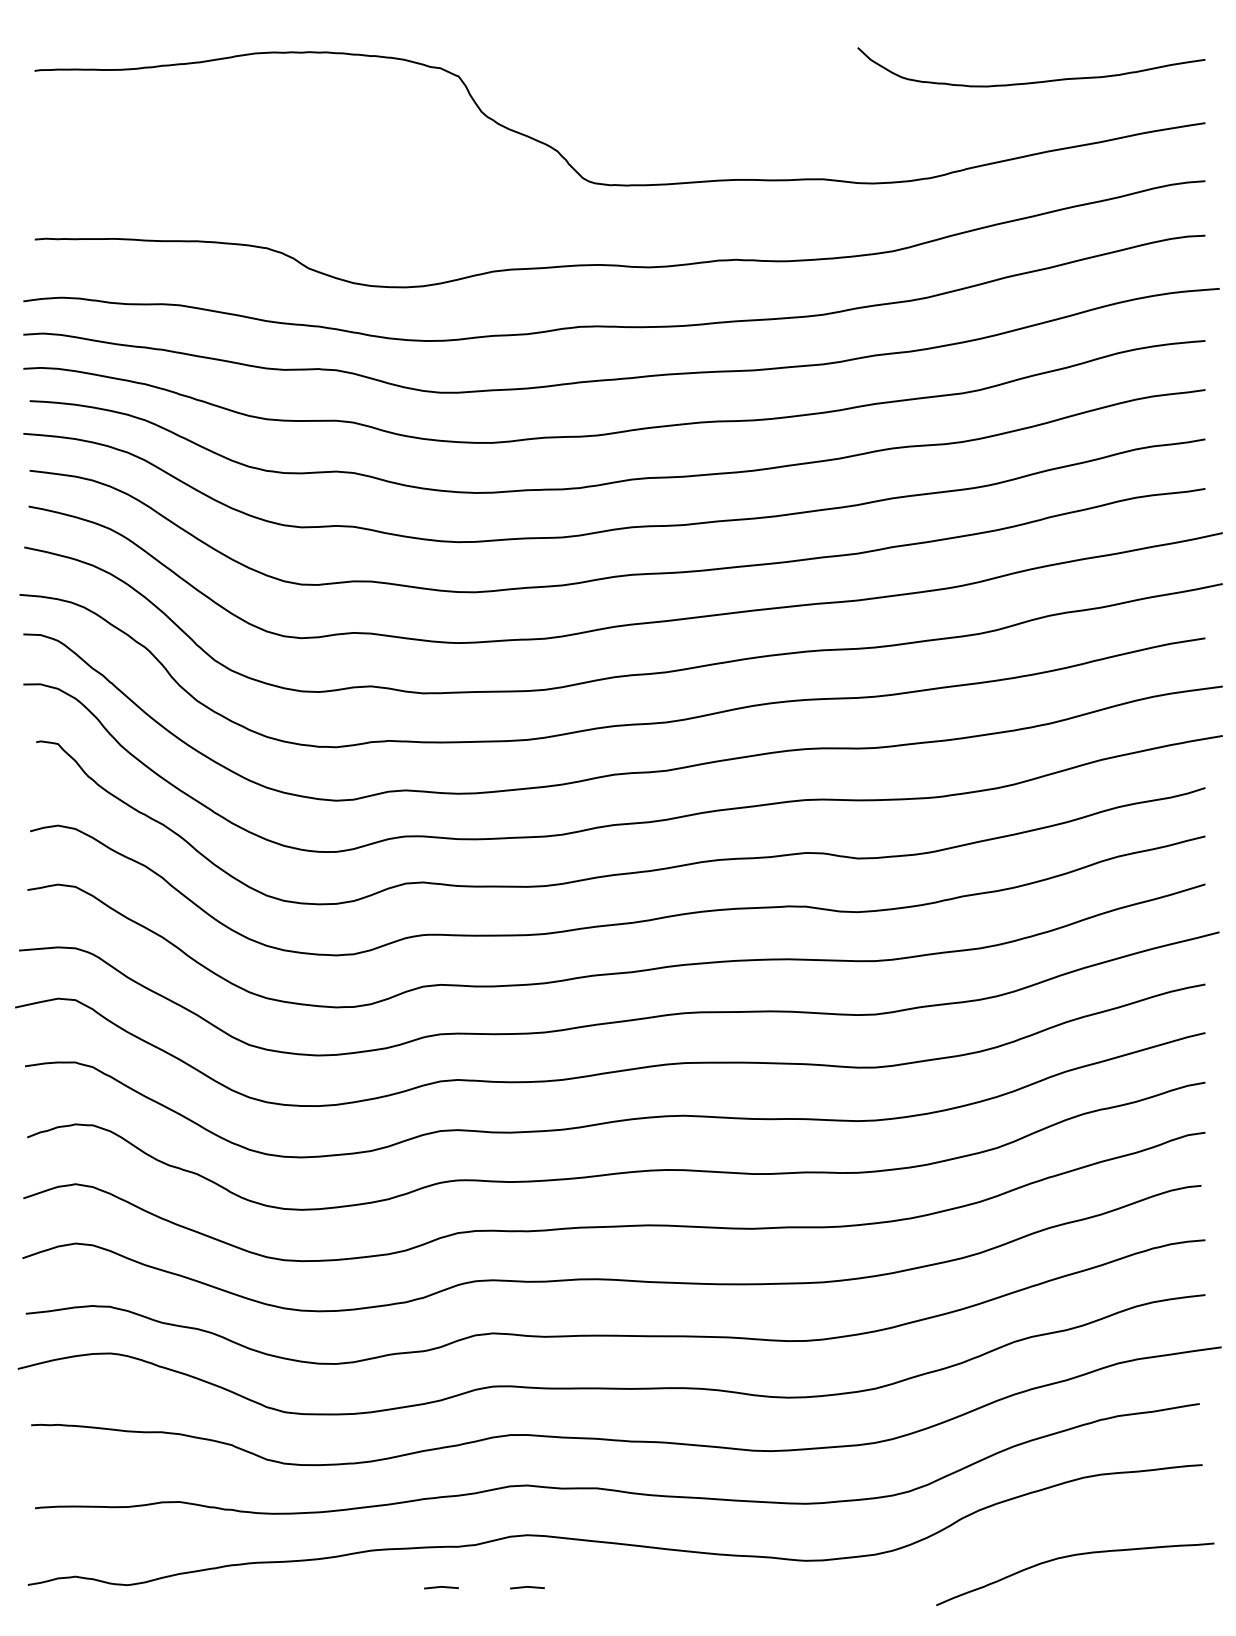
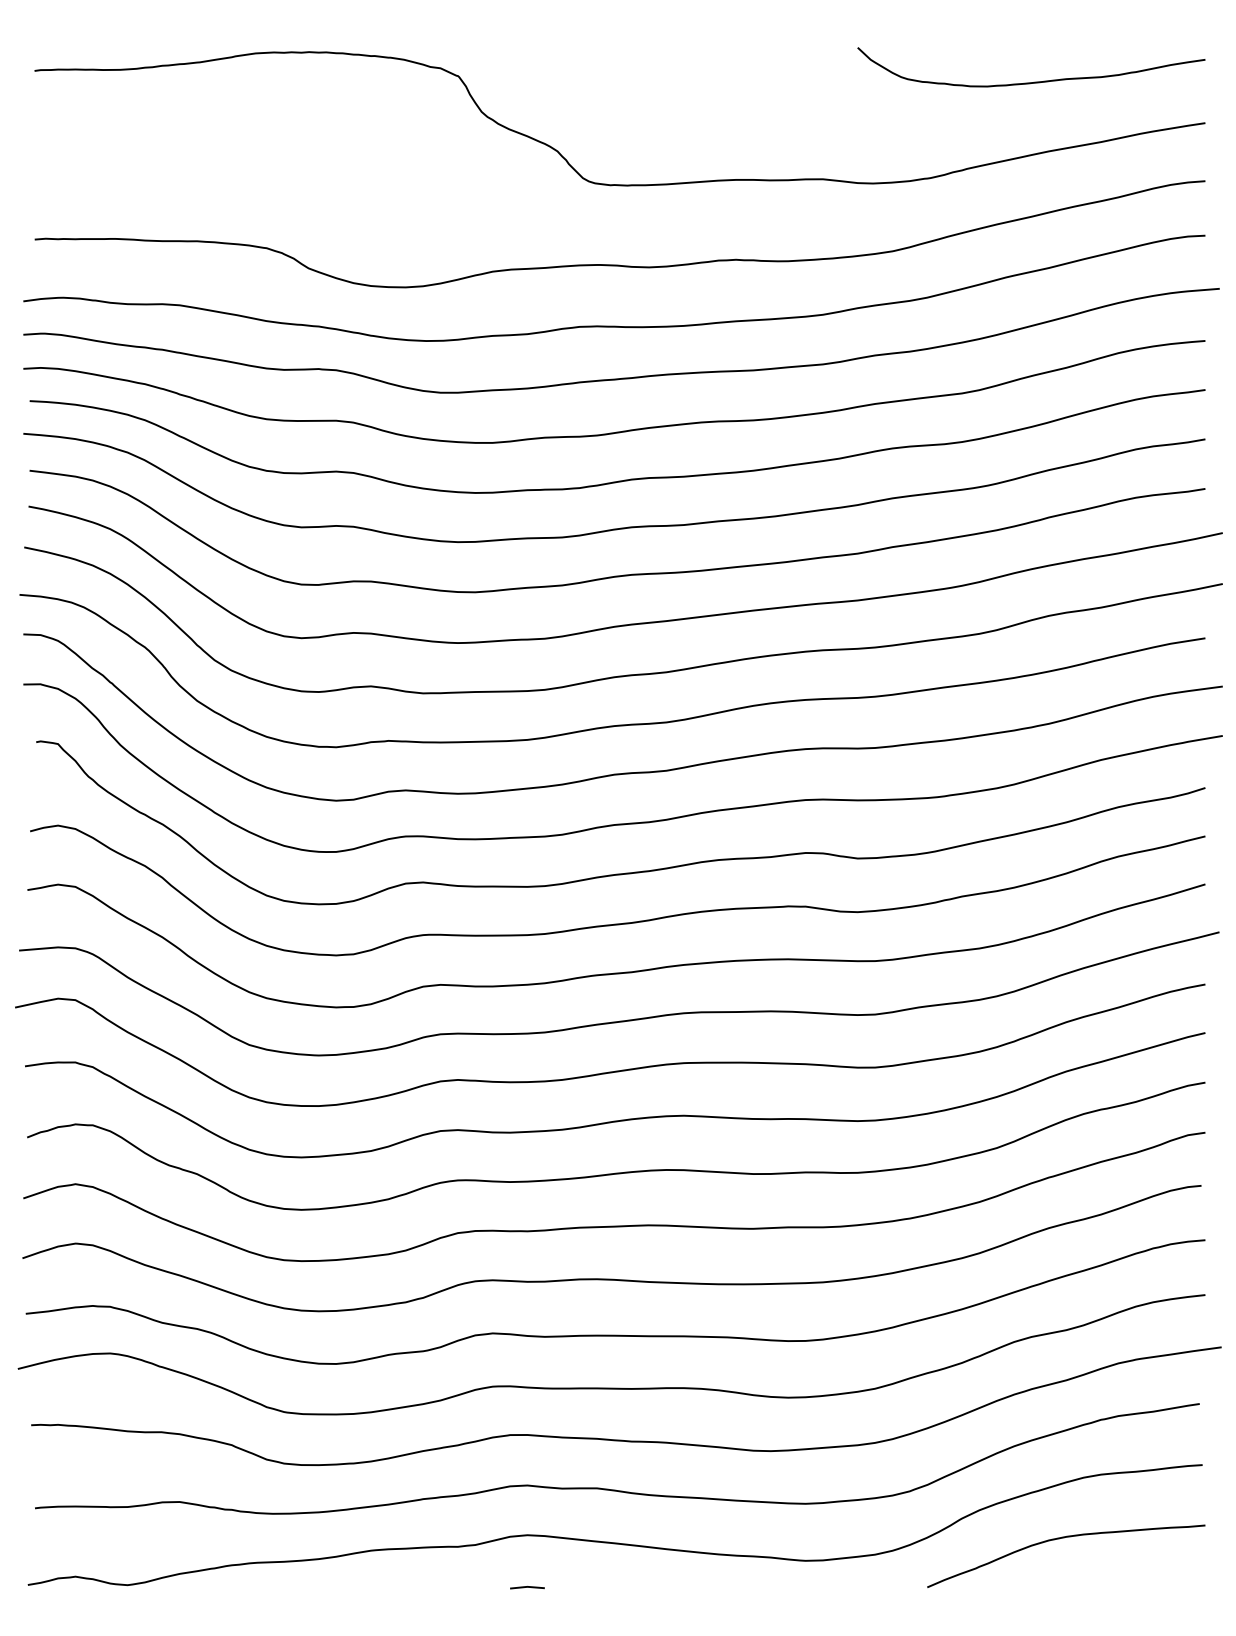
curve at (1073, 1556) position: (1073, 1556) -> (1064, 1538)
line at (441, 1587): present -> none
